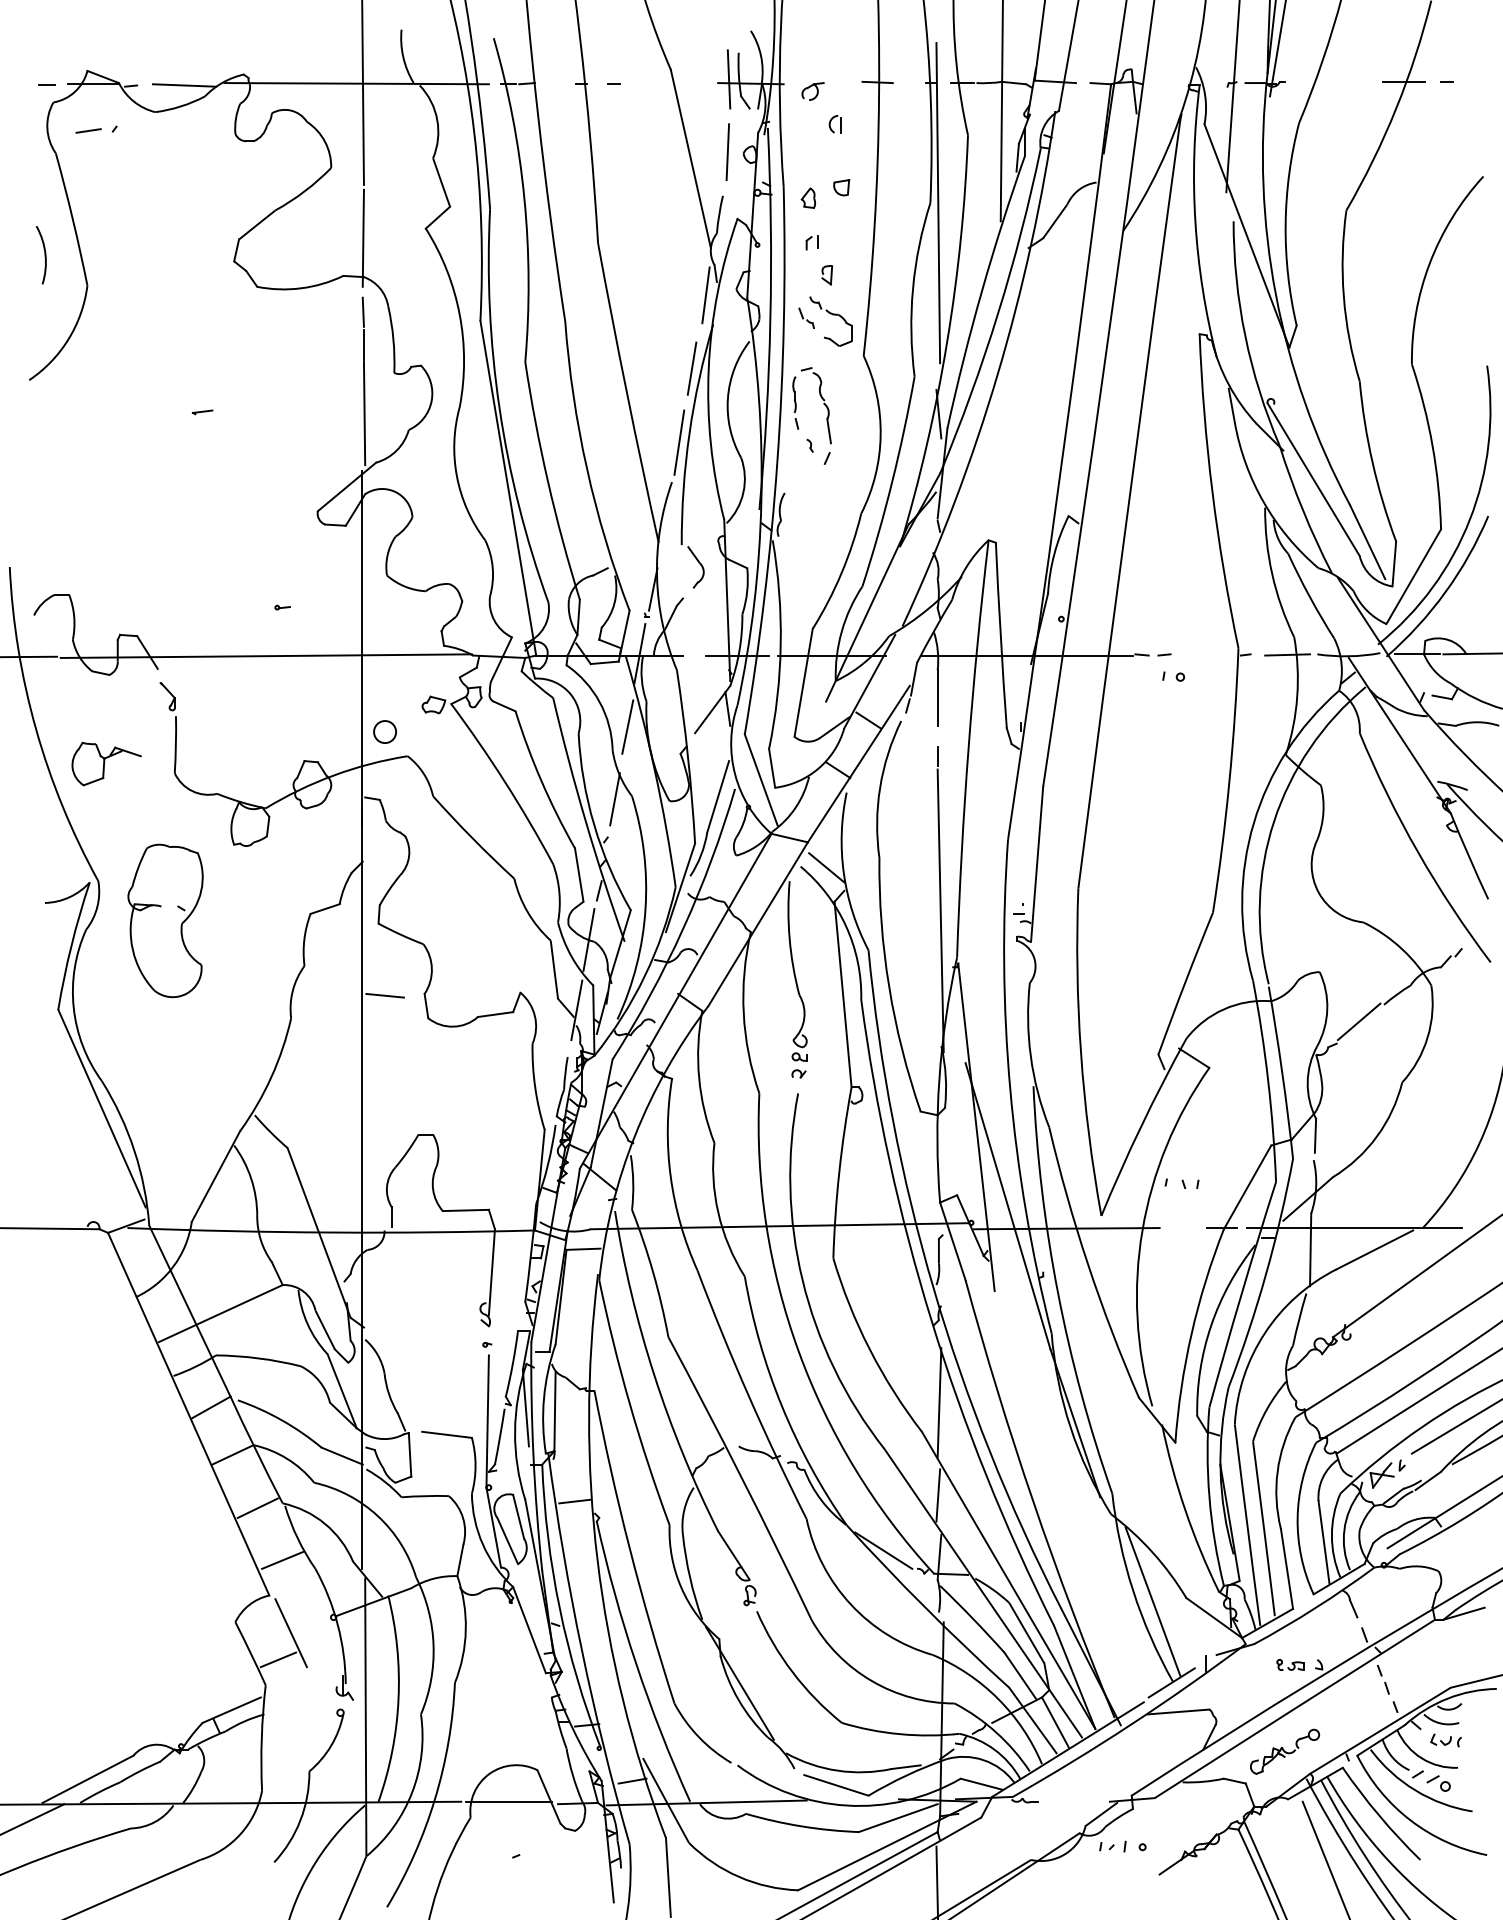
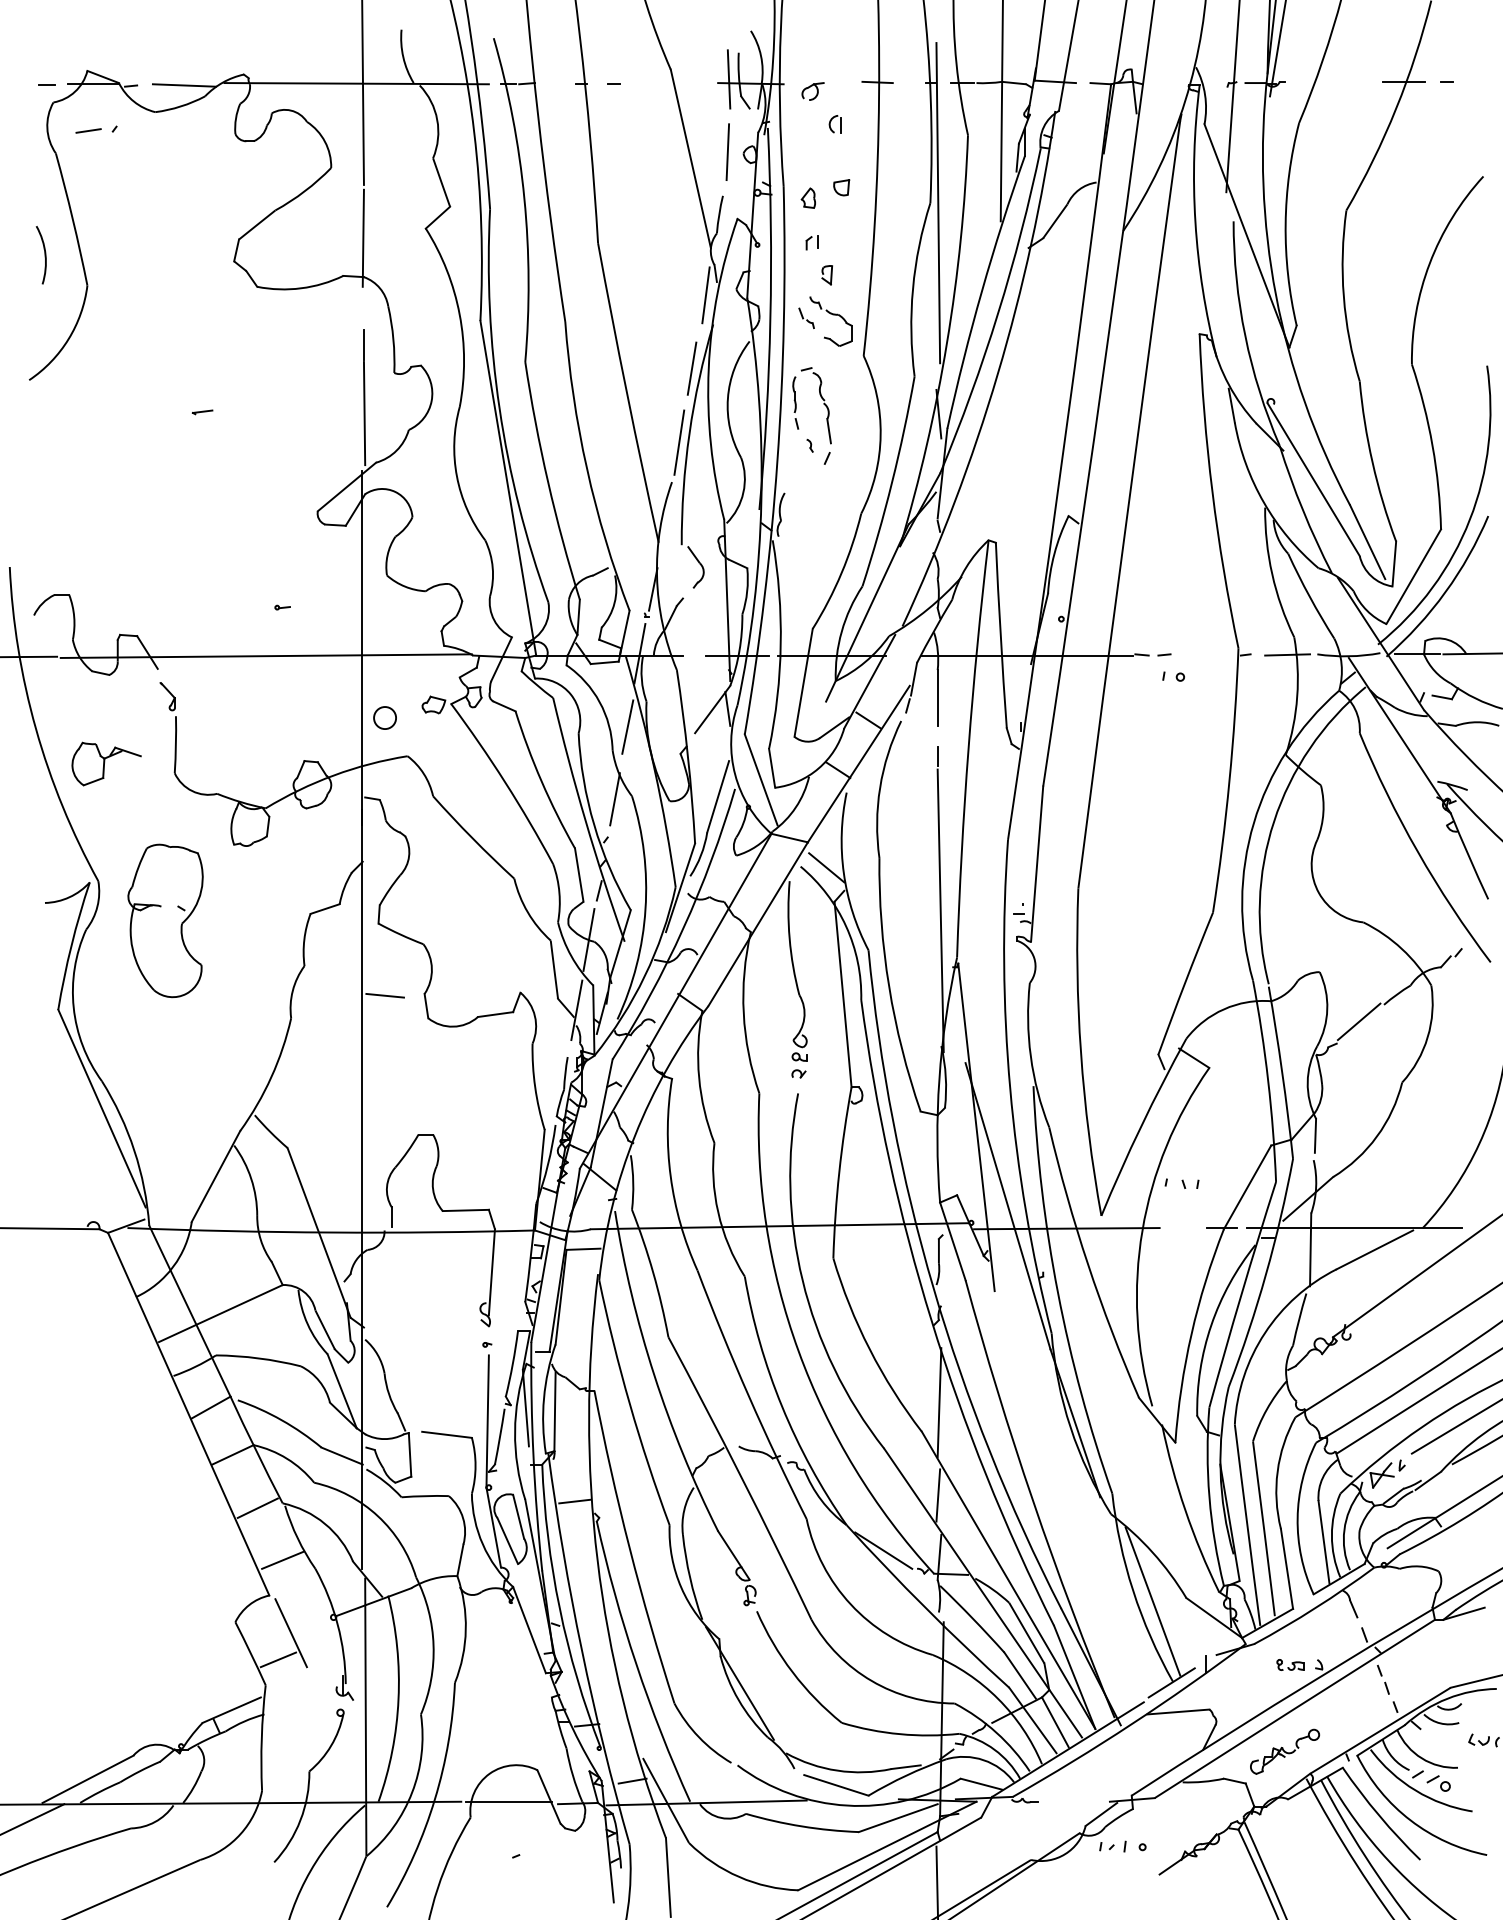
line at (362, 311): present -> none
circle at (384, 731) position: (384, 731) -> (384, 717)
part at (1445, 1740) position: (1445, 1740) -> (1483, 1740)
line at (1325, 1858): present -> none
